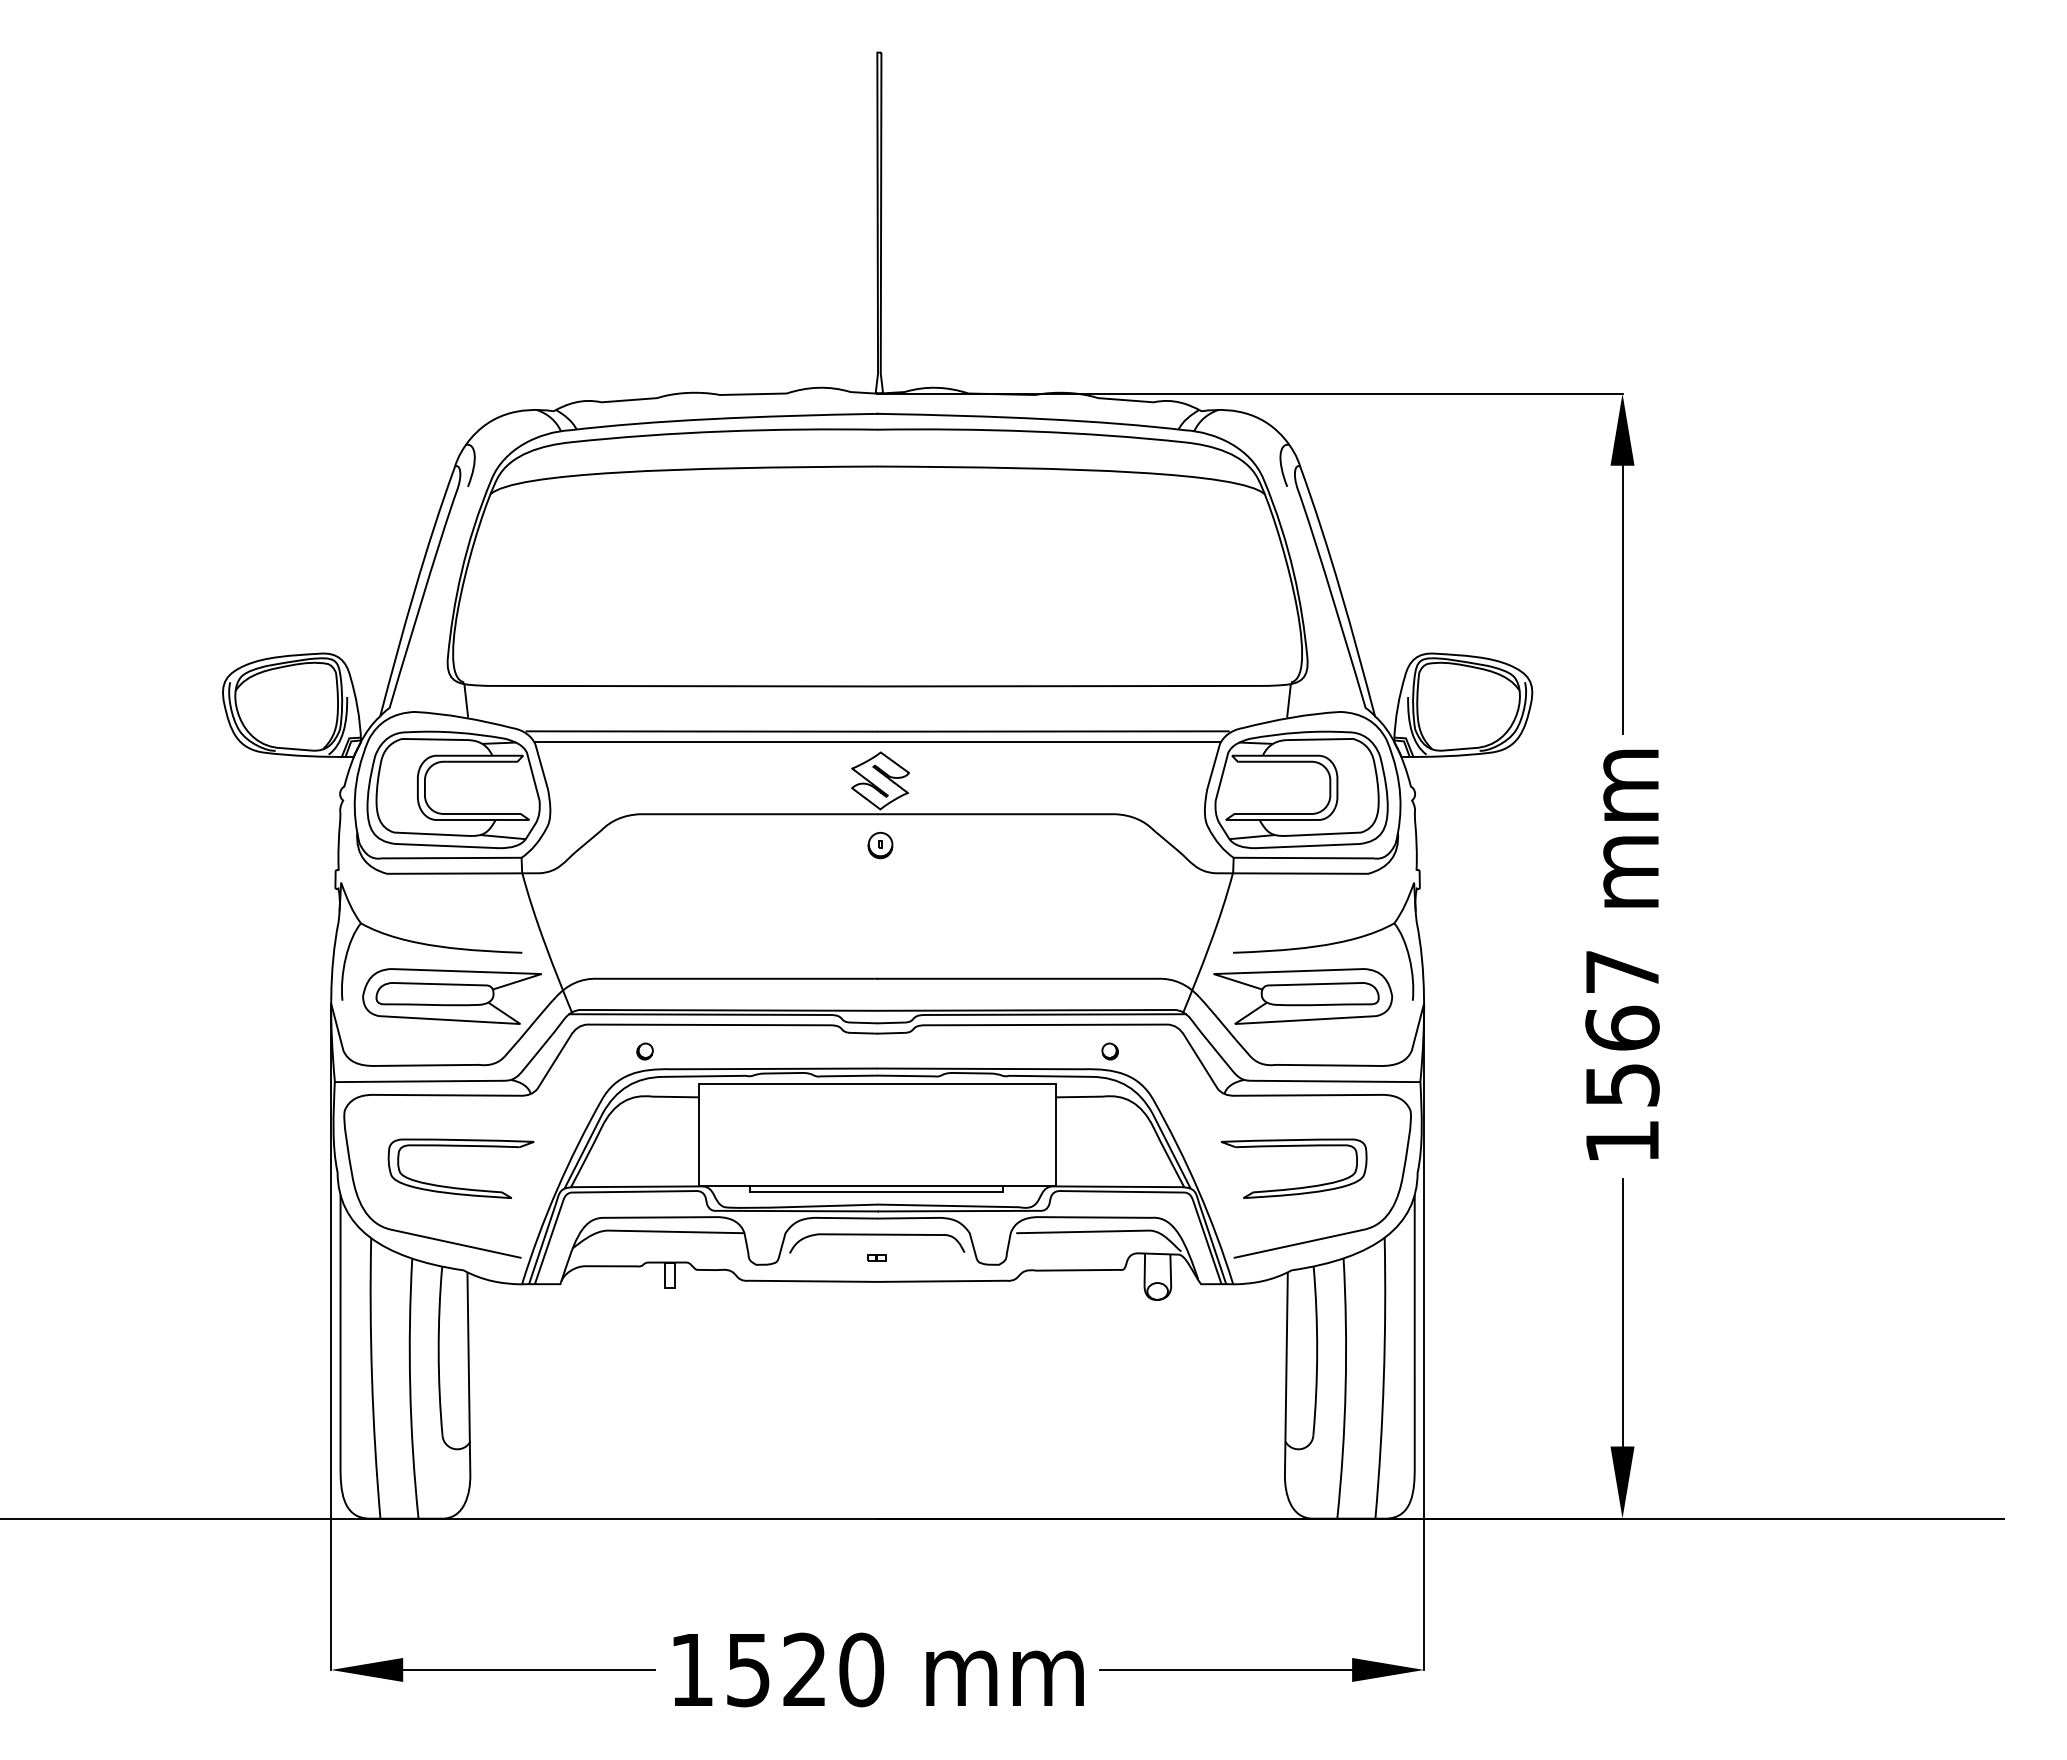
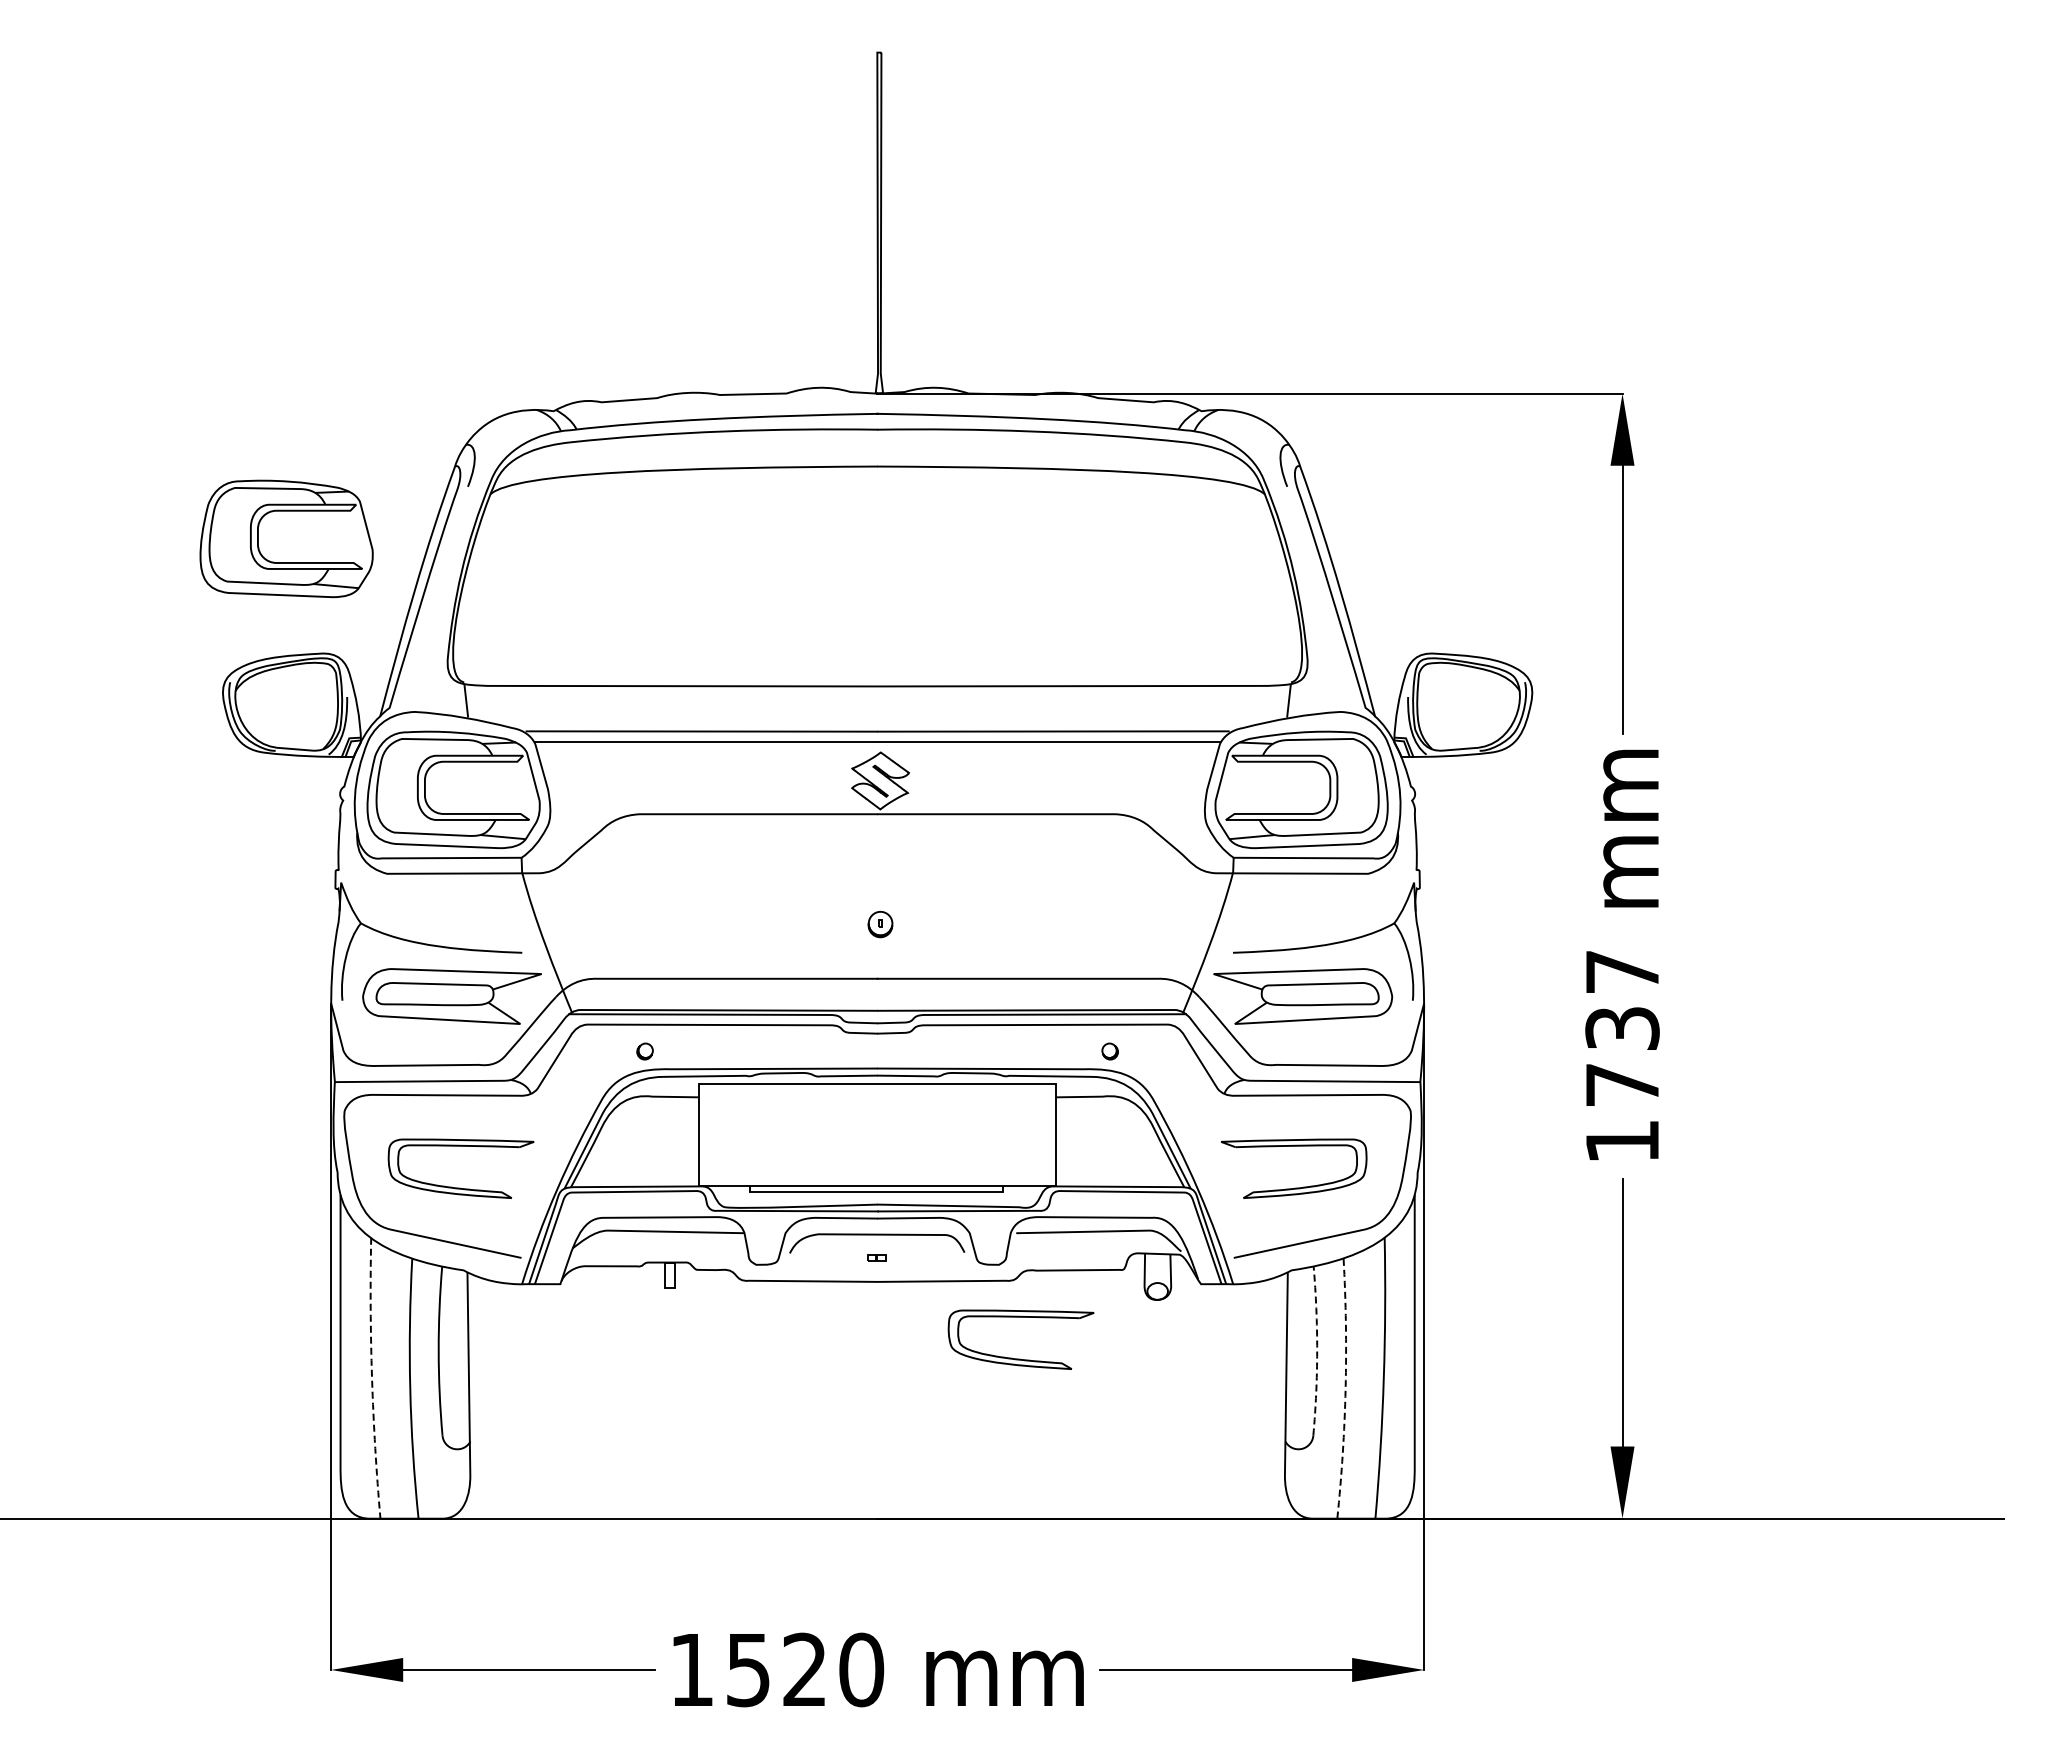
part at (286, 538): none -> present
part at (880, 845) position: (880, 845) -> (880, 924)
text at (1622, 1055): 1567 -> 1737
arc at (1317, 1350): solid -> dashed
part at (1020, 1358): none -> present
arc at (372, 1378): solid -> dashed
arc at (1345, 1388): solid -> dashed
